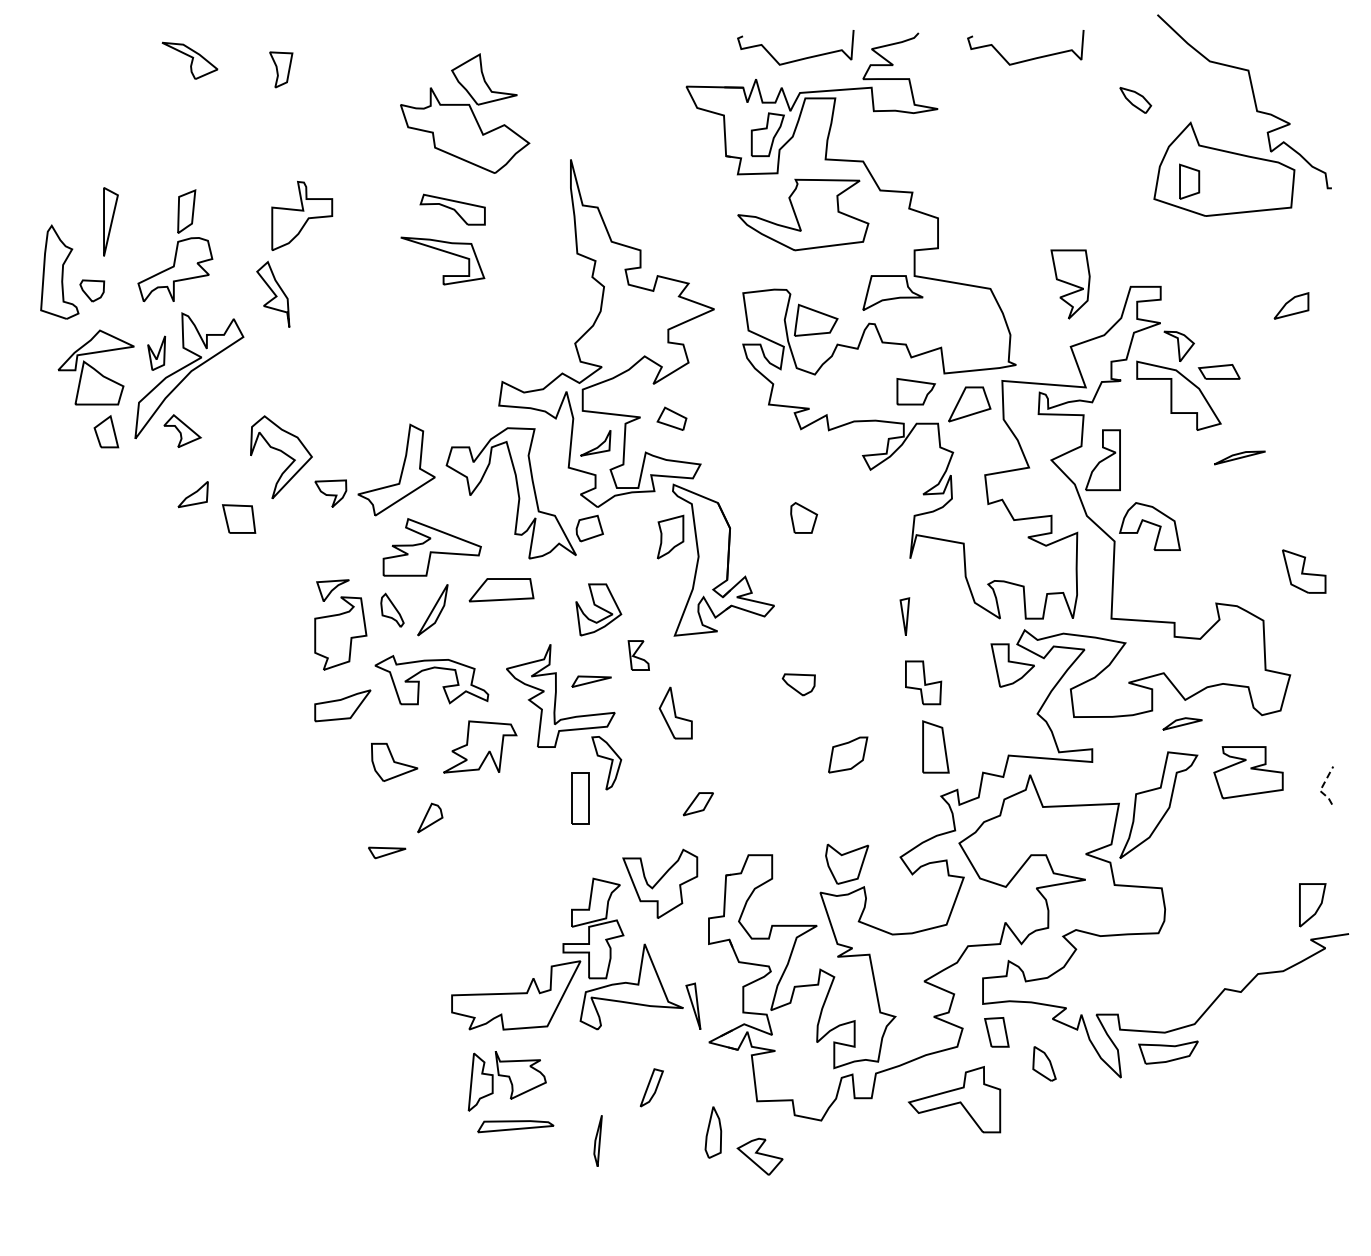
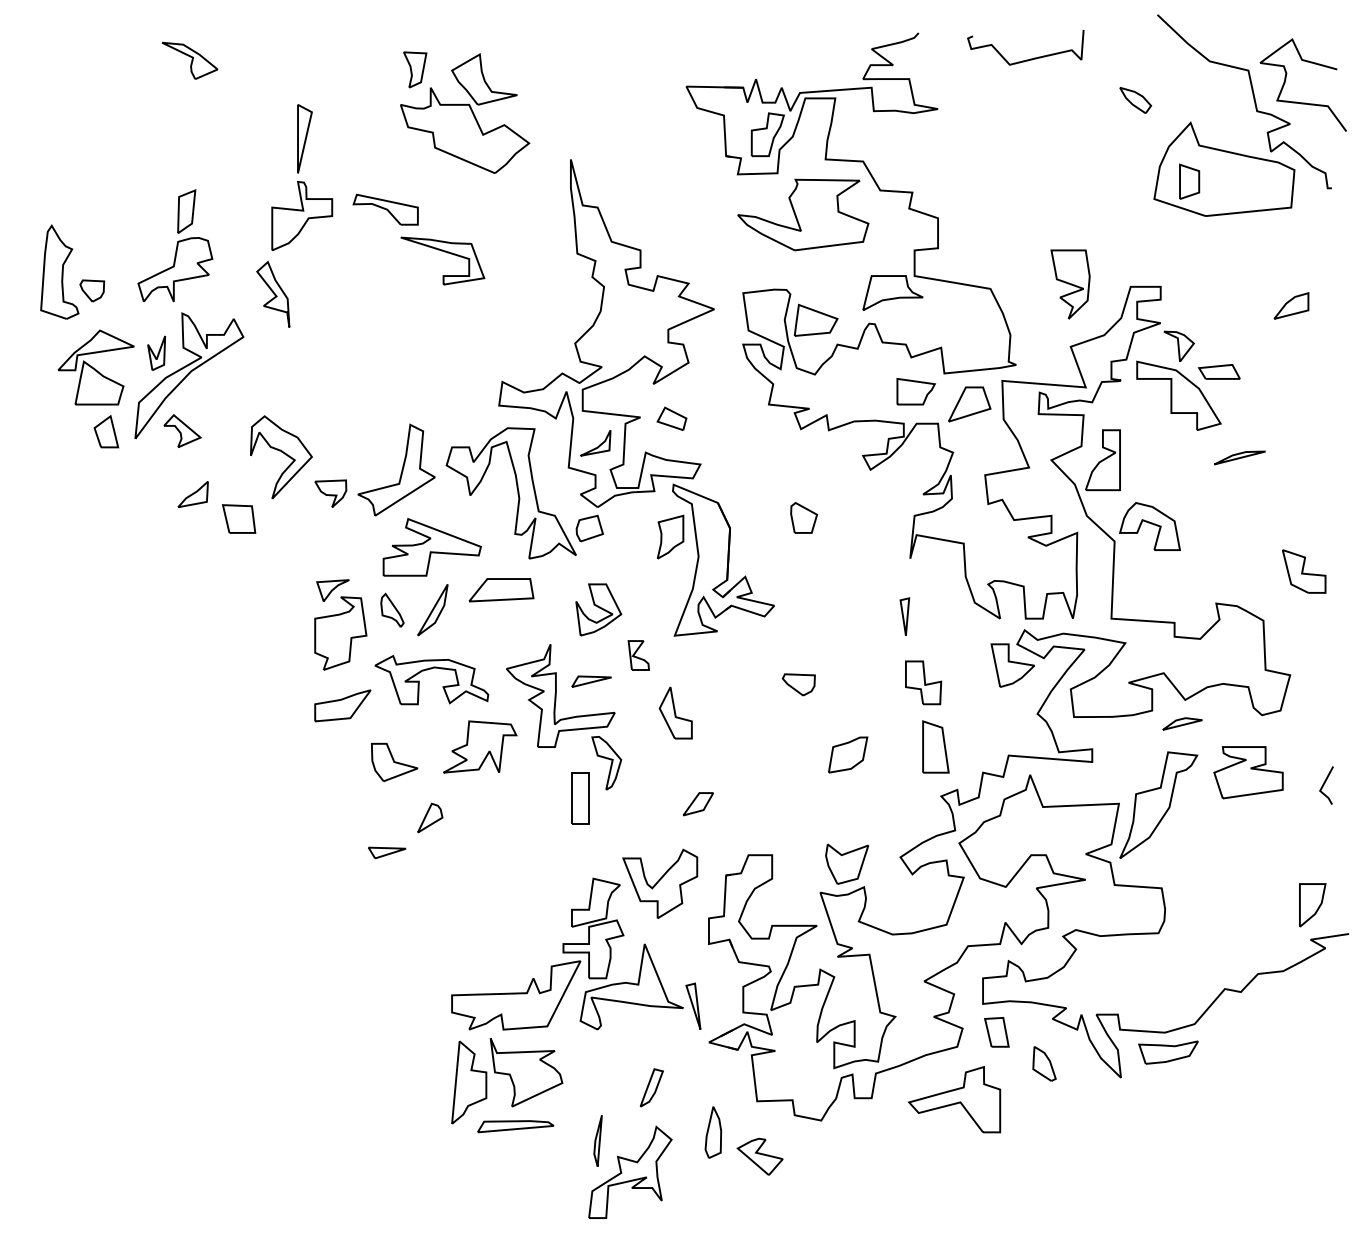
curve at (796, 59): present -> none
part at (281, 69) position: (281, 69) -> (415, 69)
curve at (1286, 79): none -> present
part at (452, 209) position: (452, 209) -> (385, 209)
part at (110, 221) position: (110, 221) -> (304, 138)
line at (1321, 788): dashed -> solid
part at (506, 1081) size: 80x61 px -> 113x87 px
part at (630, 1171): none -> present
